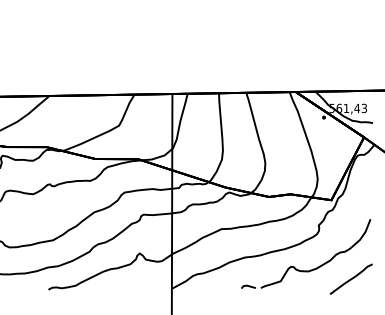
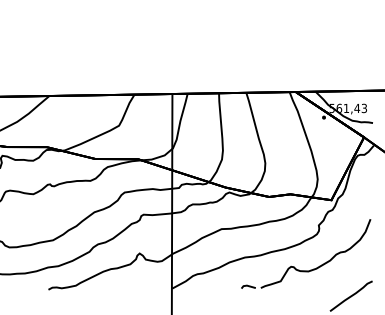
line at (350, 278) position: (350, 278) -> (350, 295)
